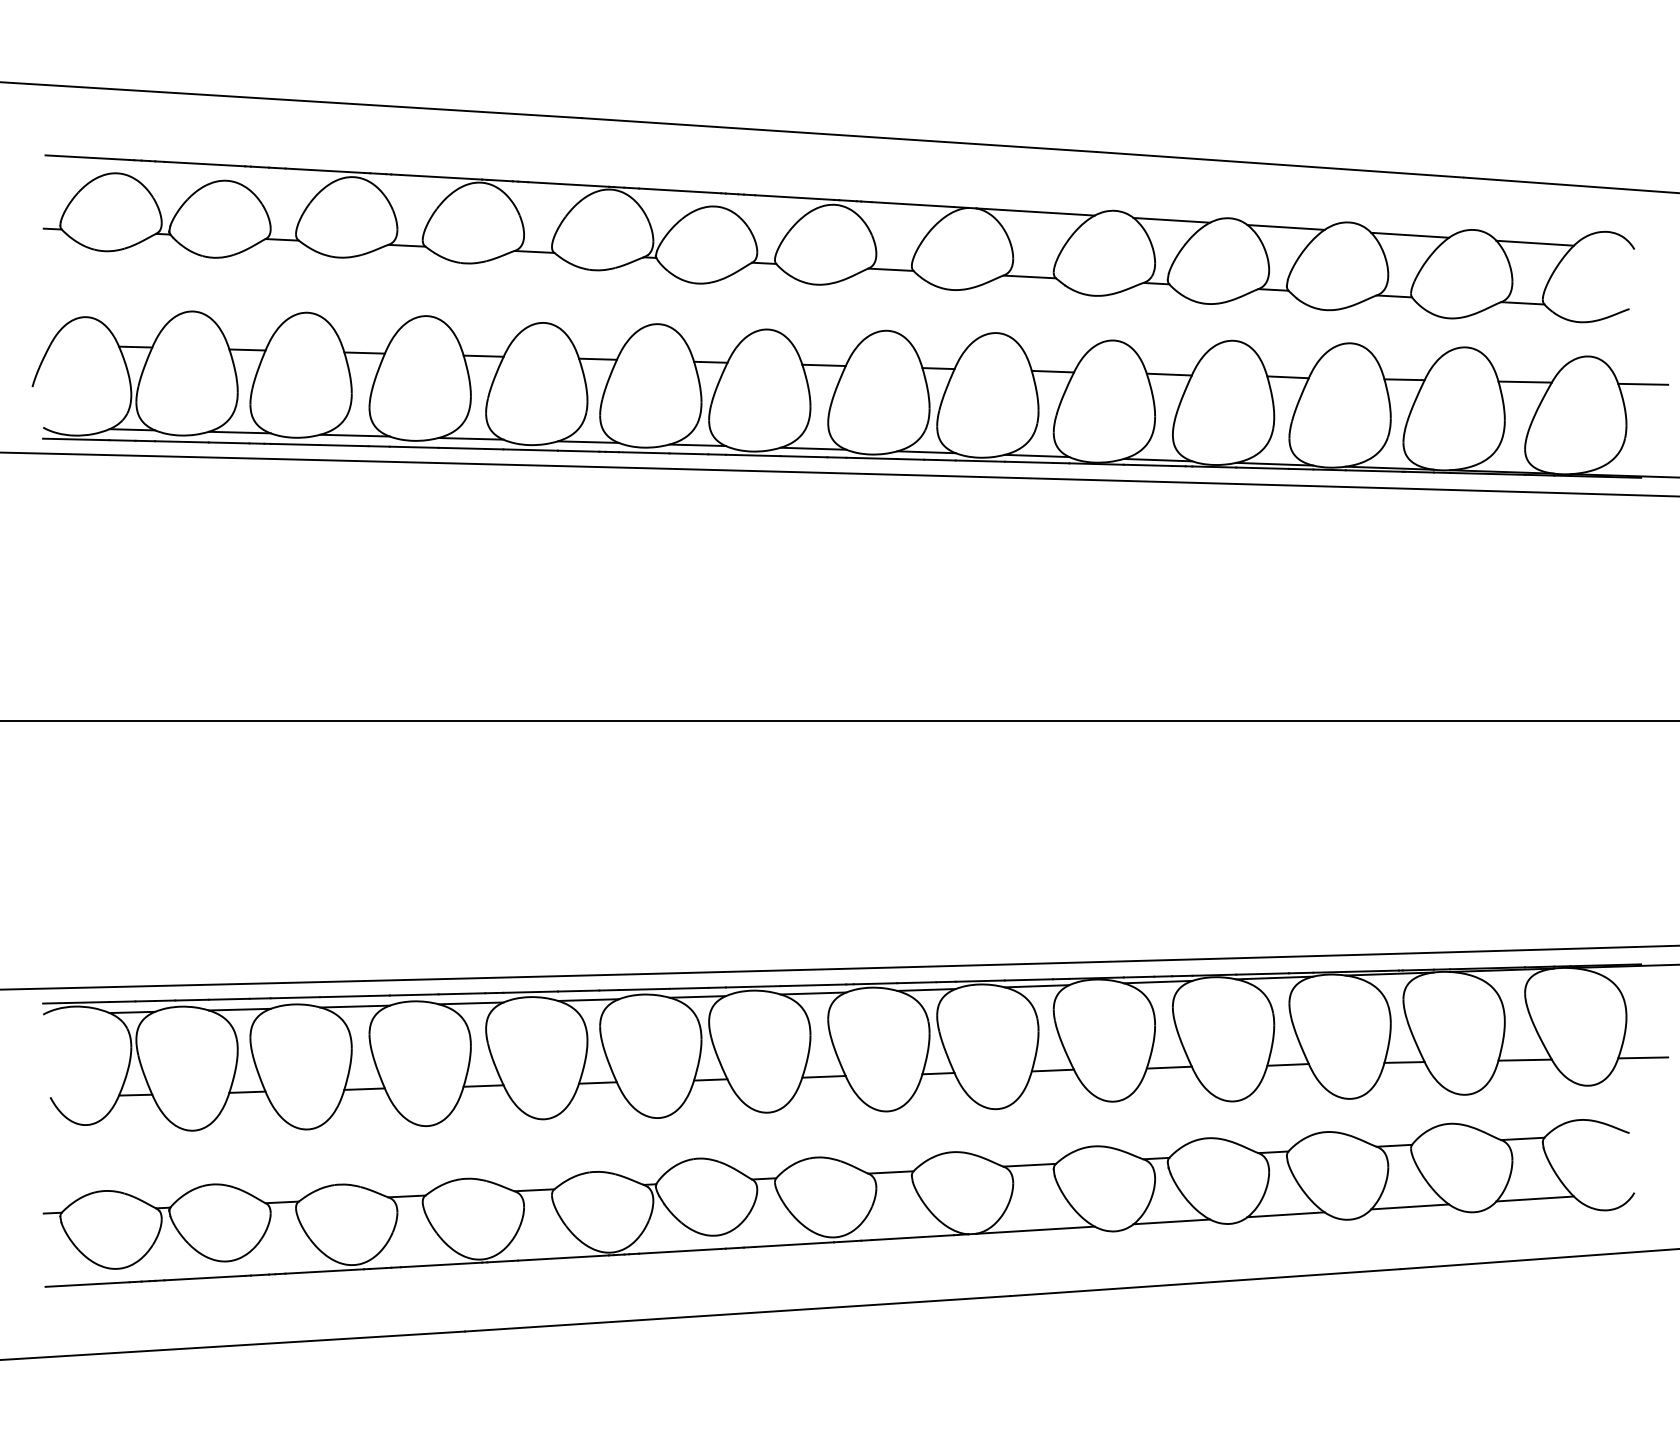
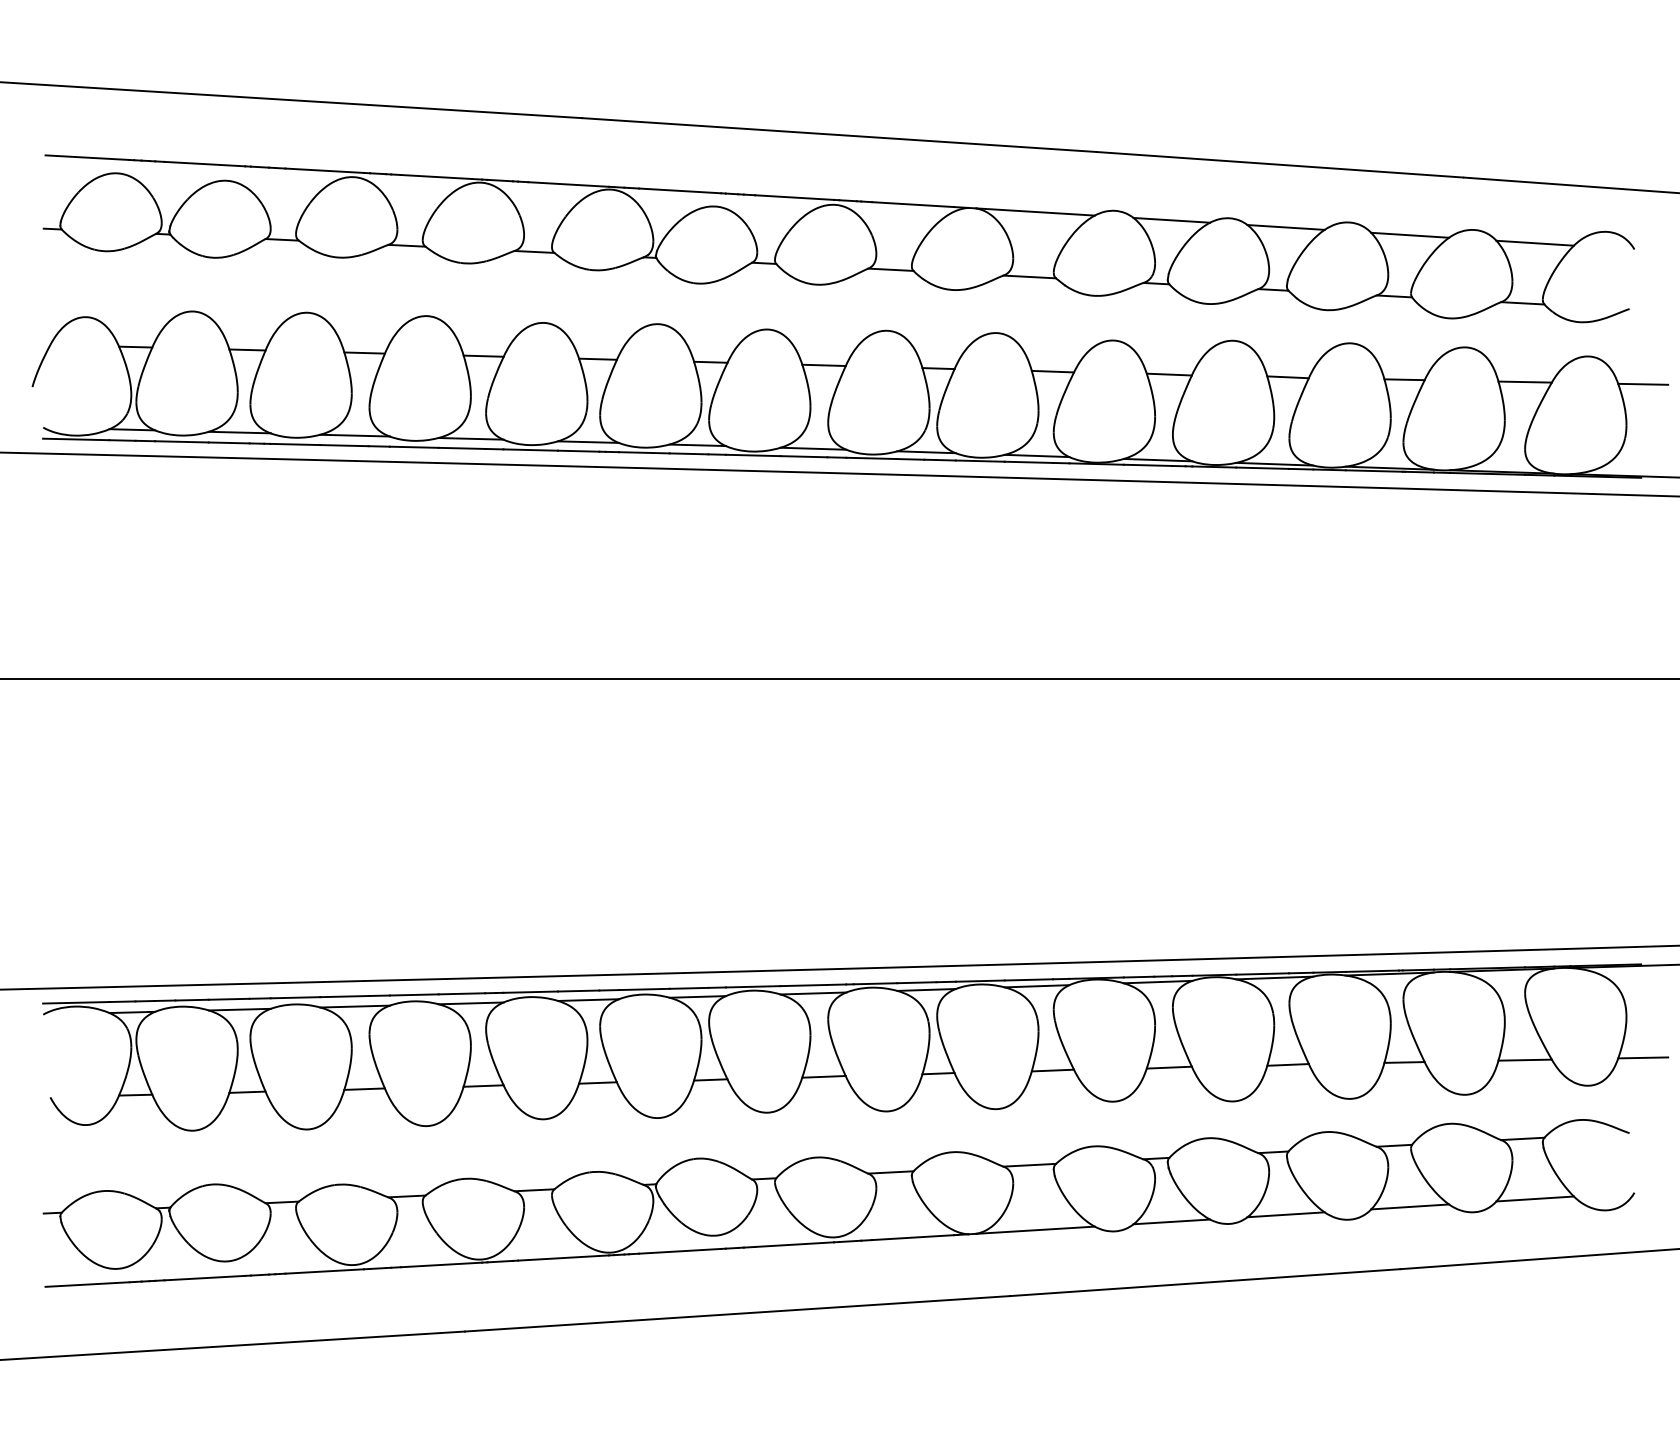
line at (839, 721) position: (839, 721) -> (839, 679)
